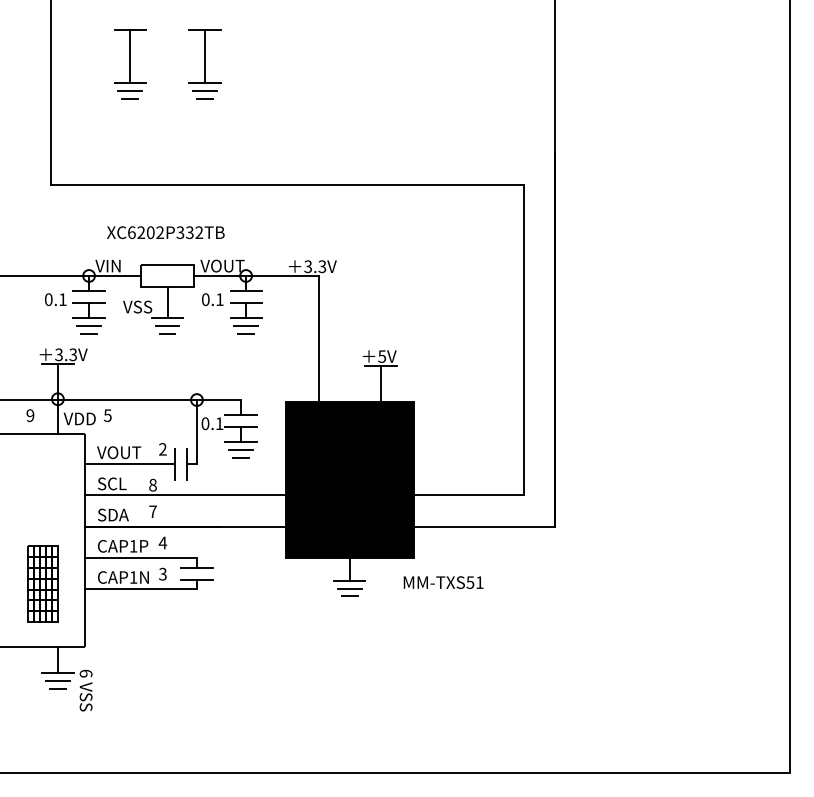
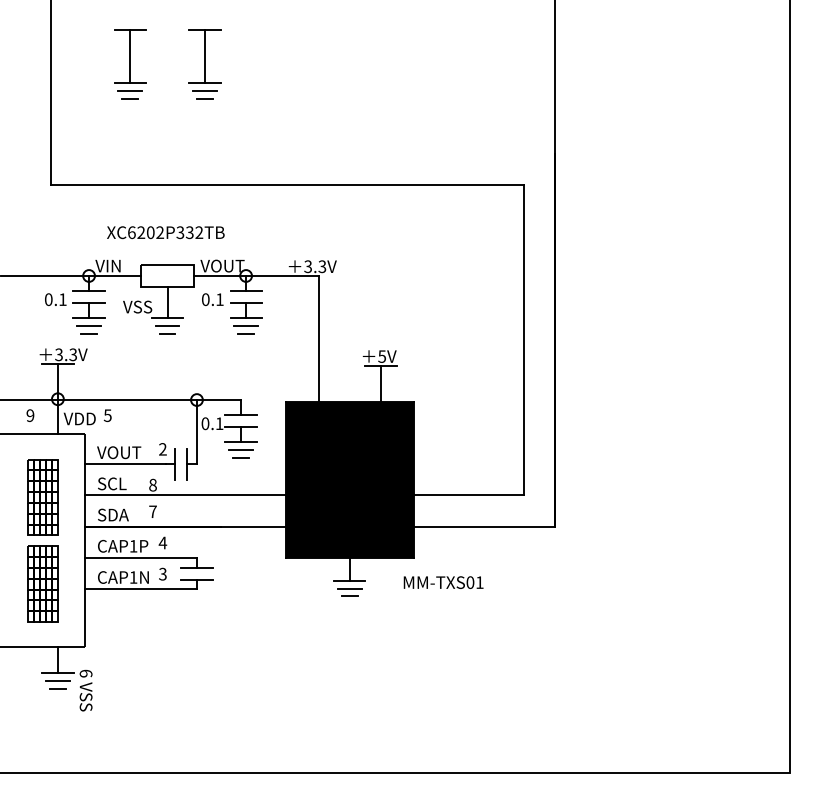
part at (42, 497): none -> present
text at (470, 582): MM-TXS51 -> MM-TXS01
